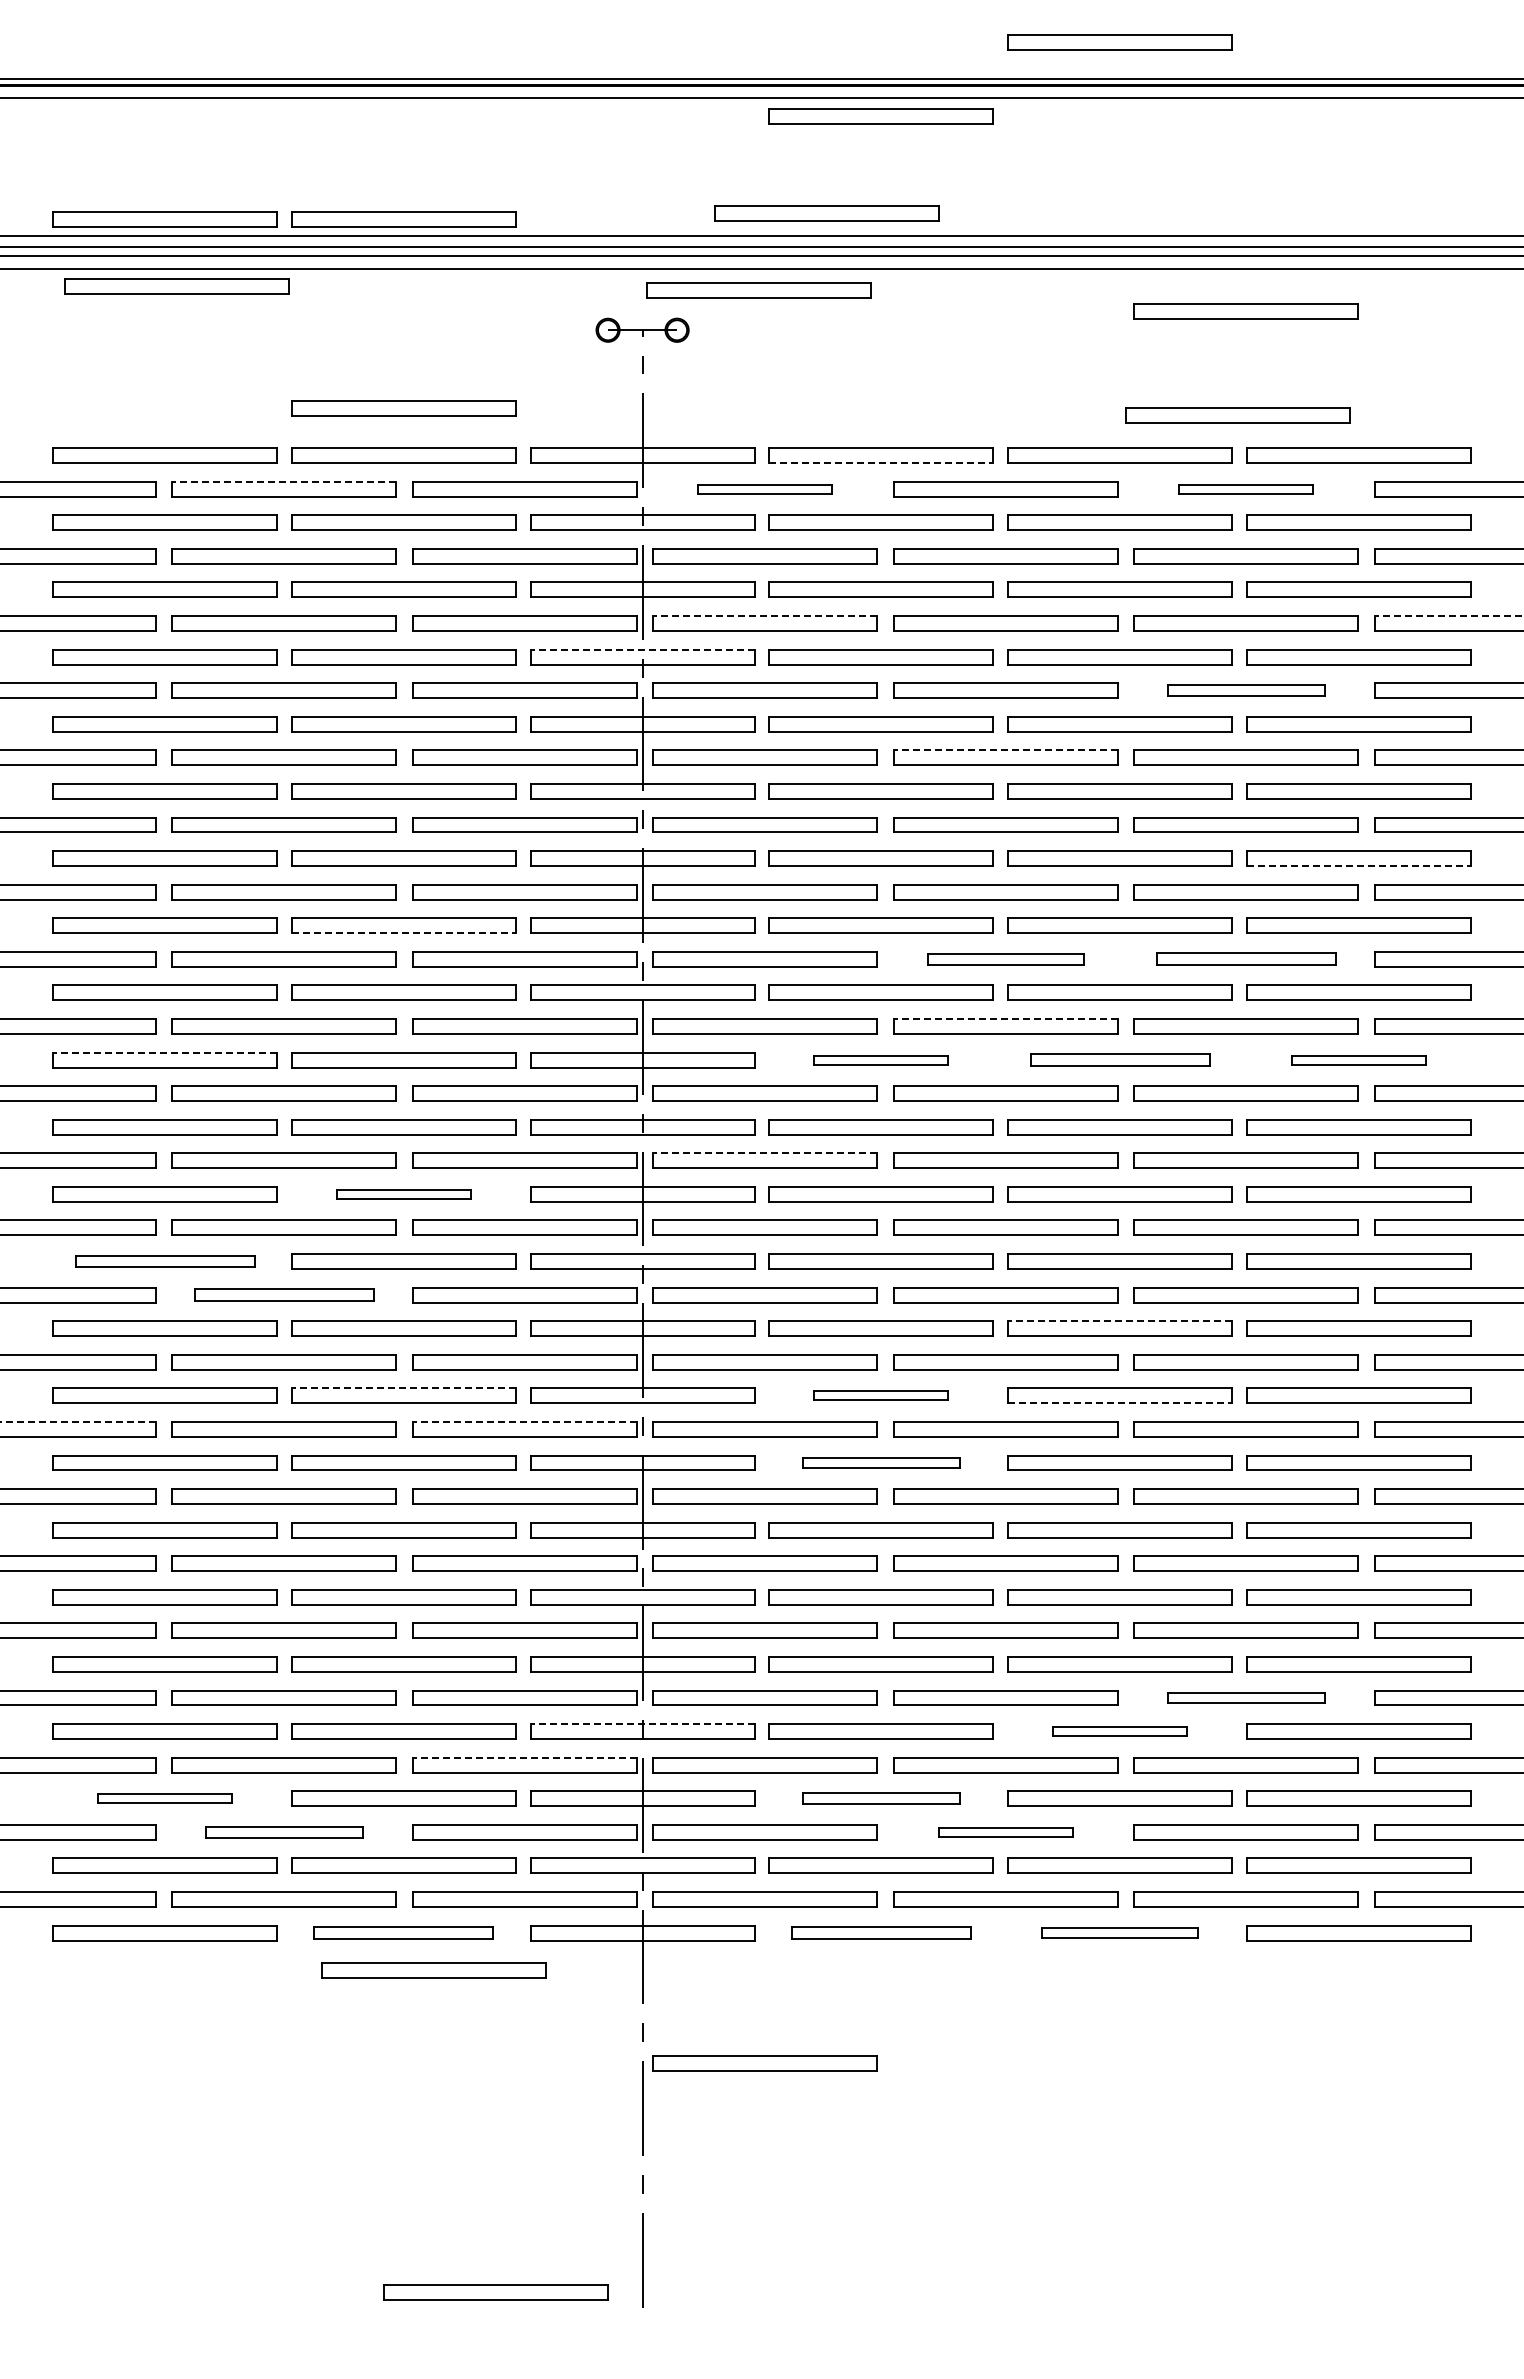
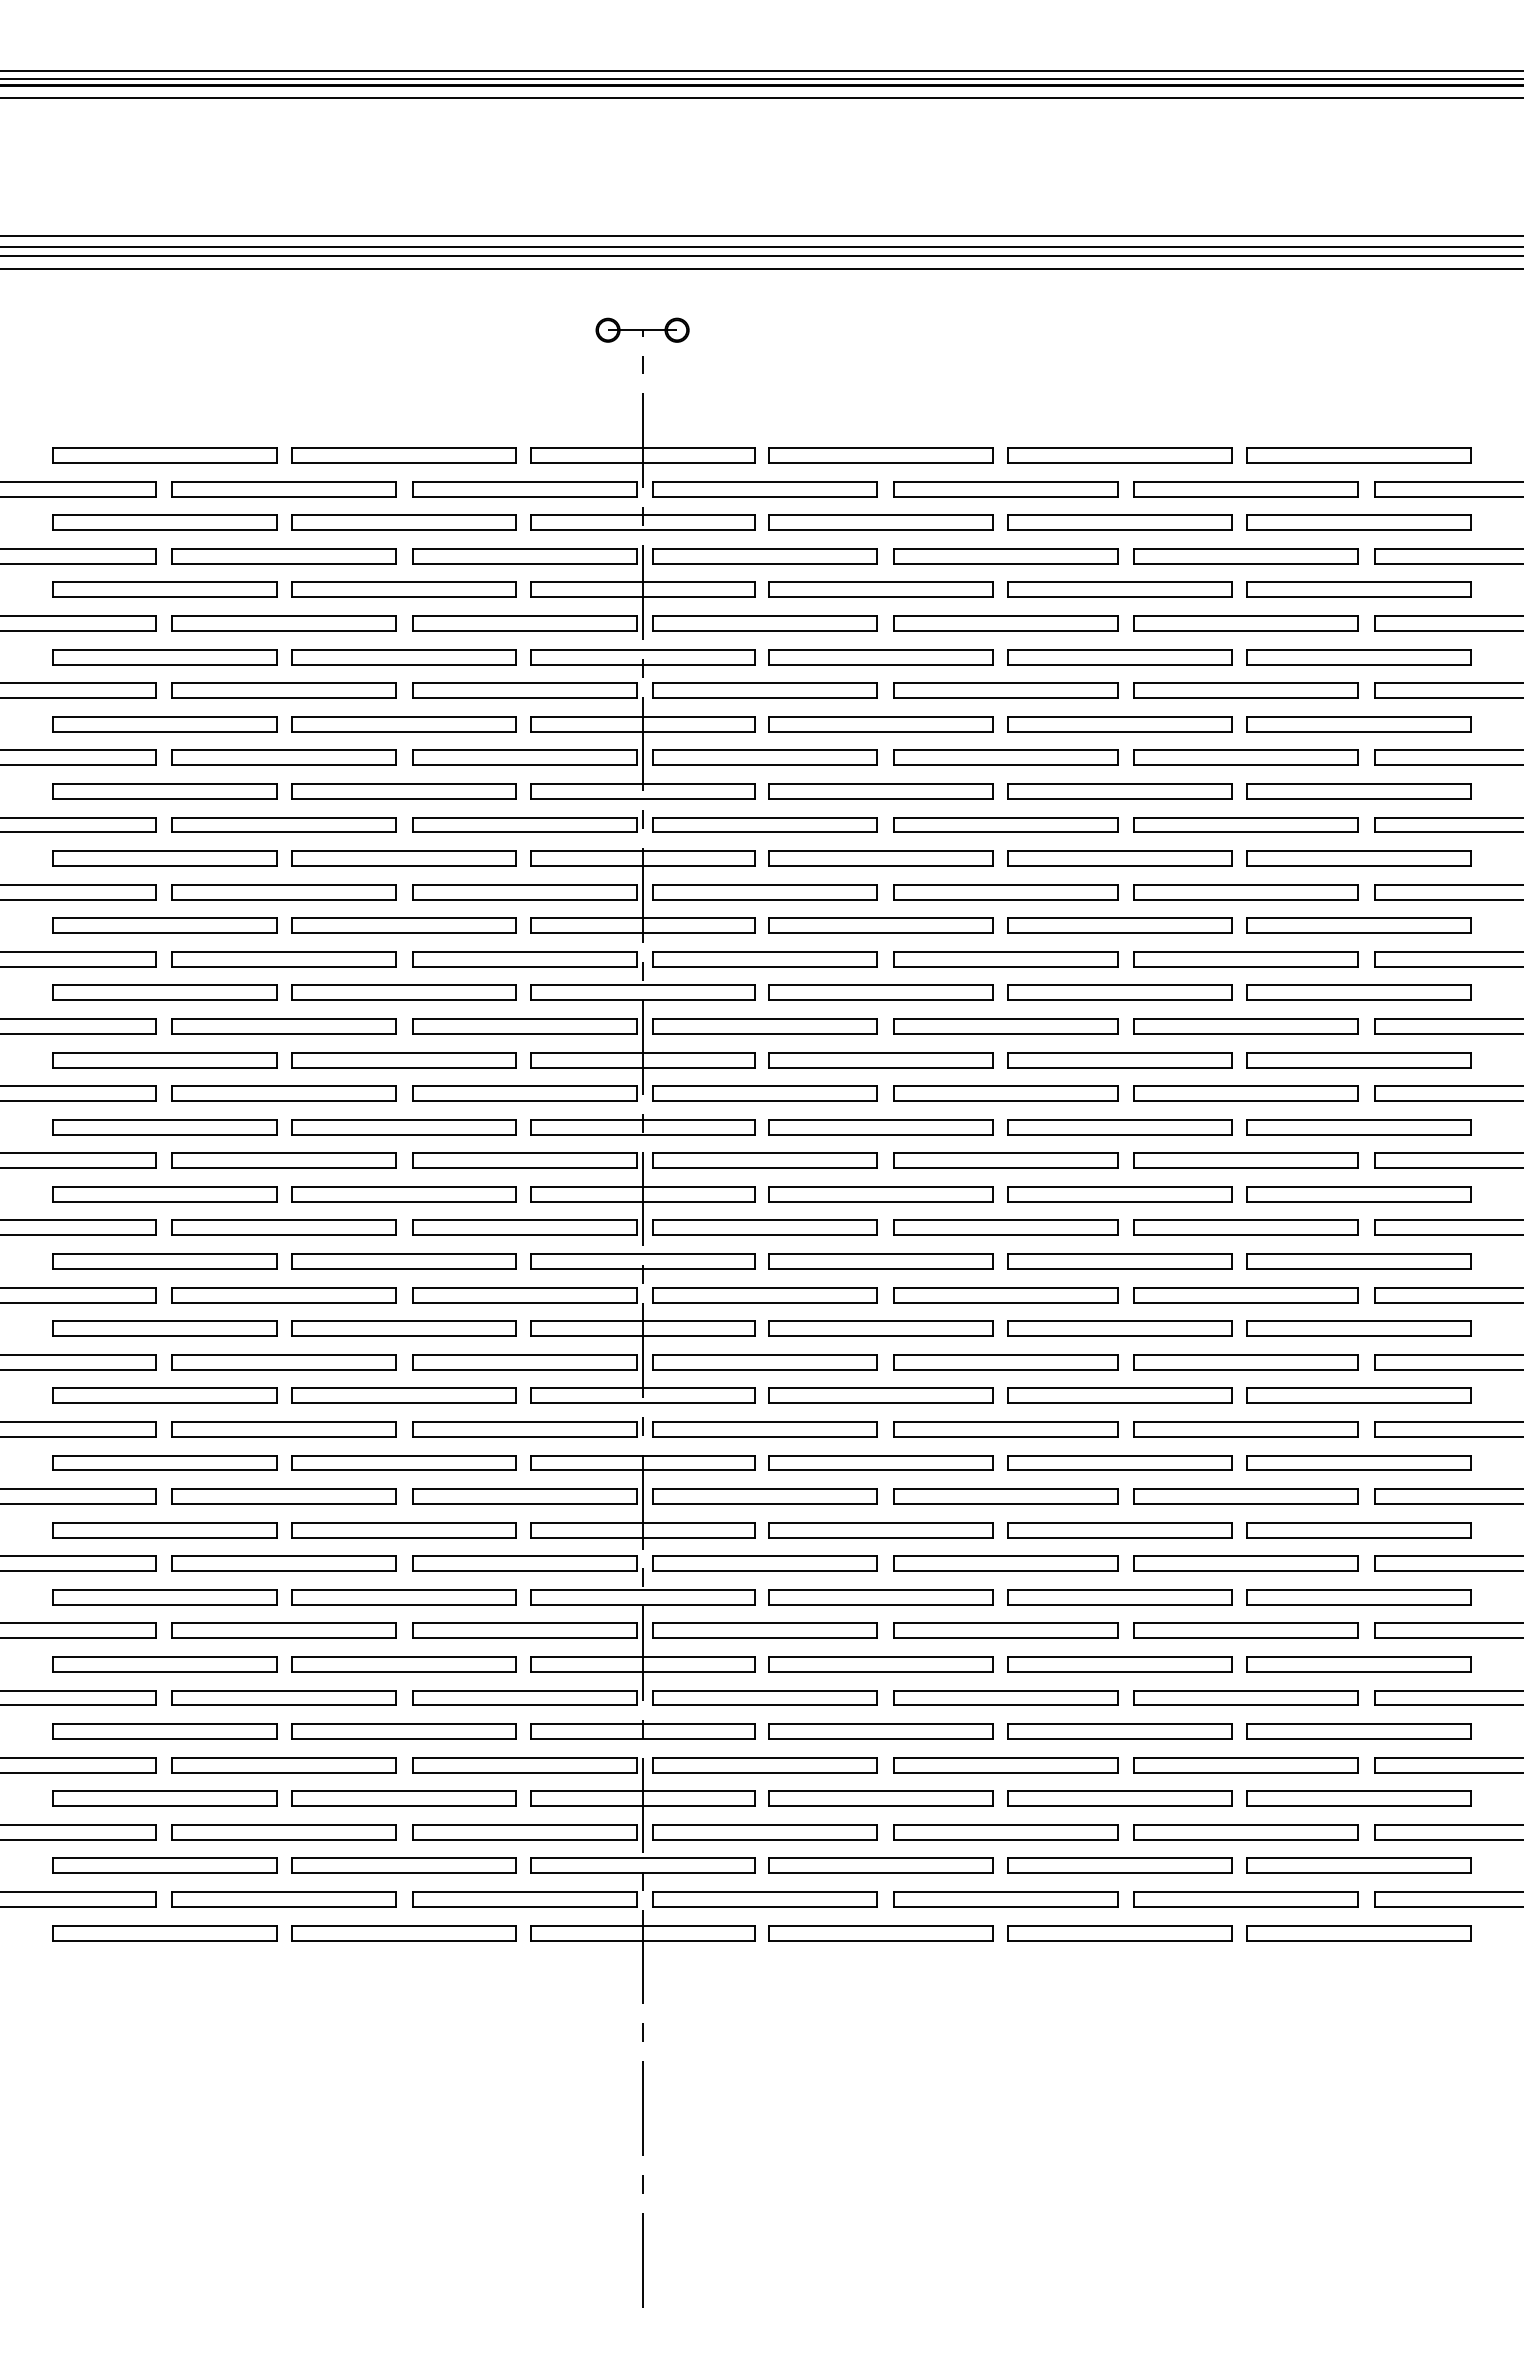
part at (1119, 42): present -> none
line at (761, 71): none -> present
part at (880, 116): present -> none
part at (826, 213): present -> none
part at (164, 219): present -> none
part at (403, 219): present -> none
part at (176, 286): present -> none
part at (758, 290): present -> none
part at (1245, 311): present -> none
part at (403, 408): present -> none
part at (1237, 415): present -> none
line at (881, 463): dashed -> solid
line at (284, 481): dashed -> solid
part at (764, 489) size: 136x11 px -> 226x17 px
part at (1245, 489) size: 136x11 px -> 226x17 px
line at (765, 616): dashed -> solid
line at (1448, 616): dashed -> solid
line at (642, 649): dashed -> solid
part at (1246, 690) size: 159x13 px -> 226x17 px
line at (1005, 750): dashed -> solid
line at (1358, 866): dashed -> solid
line at (403, 933): dashed -> solid
part at (1246, 958) size: 181x14 px -> 226x17 px
part at (1005, 959) size: 158x13 px -> 226x17 px
line at (1005, 1019): dashed -> solid
line at (165, 1052): dashed -> solid
part at (1120, 1059) size: 181x14 px -> 226x17 px
part at (880, 1060) size: 136x11 px -> 226x17 px
part at (1358, 1060) size: 136x11 px -> 226x17 px
line at (765, 1153): dashed -> solid
part at (403, 1194) size: 136x11 px -> 226x17 px
part at (165, 1261) size: 181x13 px -> 226x17 px
part at (284, 1294) size: 181x14 px -> 226x17 px
line at (1120, 1321): dashed -> solid
line at (403, 1388): dashed -> solid
part at (880, 1395) size: 136x11 px -> 226x17 px
line at (1120, 1403): dashed -> solid
line at (77, 1421): dashed -> solid
line at (524, 1421): dashed -> solid
part at (881, 1462) size: 159x12 px -> 226x16 px
part at (1246, 1697) size: 159x12 px -> 226x16 px
line at (642, 1724): dashed -> solid
part at (1119, 1731) size: 136x11 px -> 226x17 px
line at (524, 1757): dashed -> solid
part at (164, 1798) size: 136x11 px -> 226x17 px
part at (881, 1798) size: 159x13 px -> 226x17 px
part at (284, 1832) size: 159x13 px -> 226x17 px
part at (1005, 1832) size: 136x11 px -> 226x17 px
part at (403, 1932) size: 181x14 px -> 226x17 px
part at (881, 1932) size: 181x14 px -> 226x17 px
part at (1119, 1932) size: 158x12 px -> 226x17 px
part at (433, 1970): present -> none
part at (764, 2063): present -> none
part at (495, 2292): present -> none
